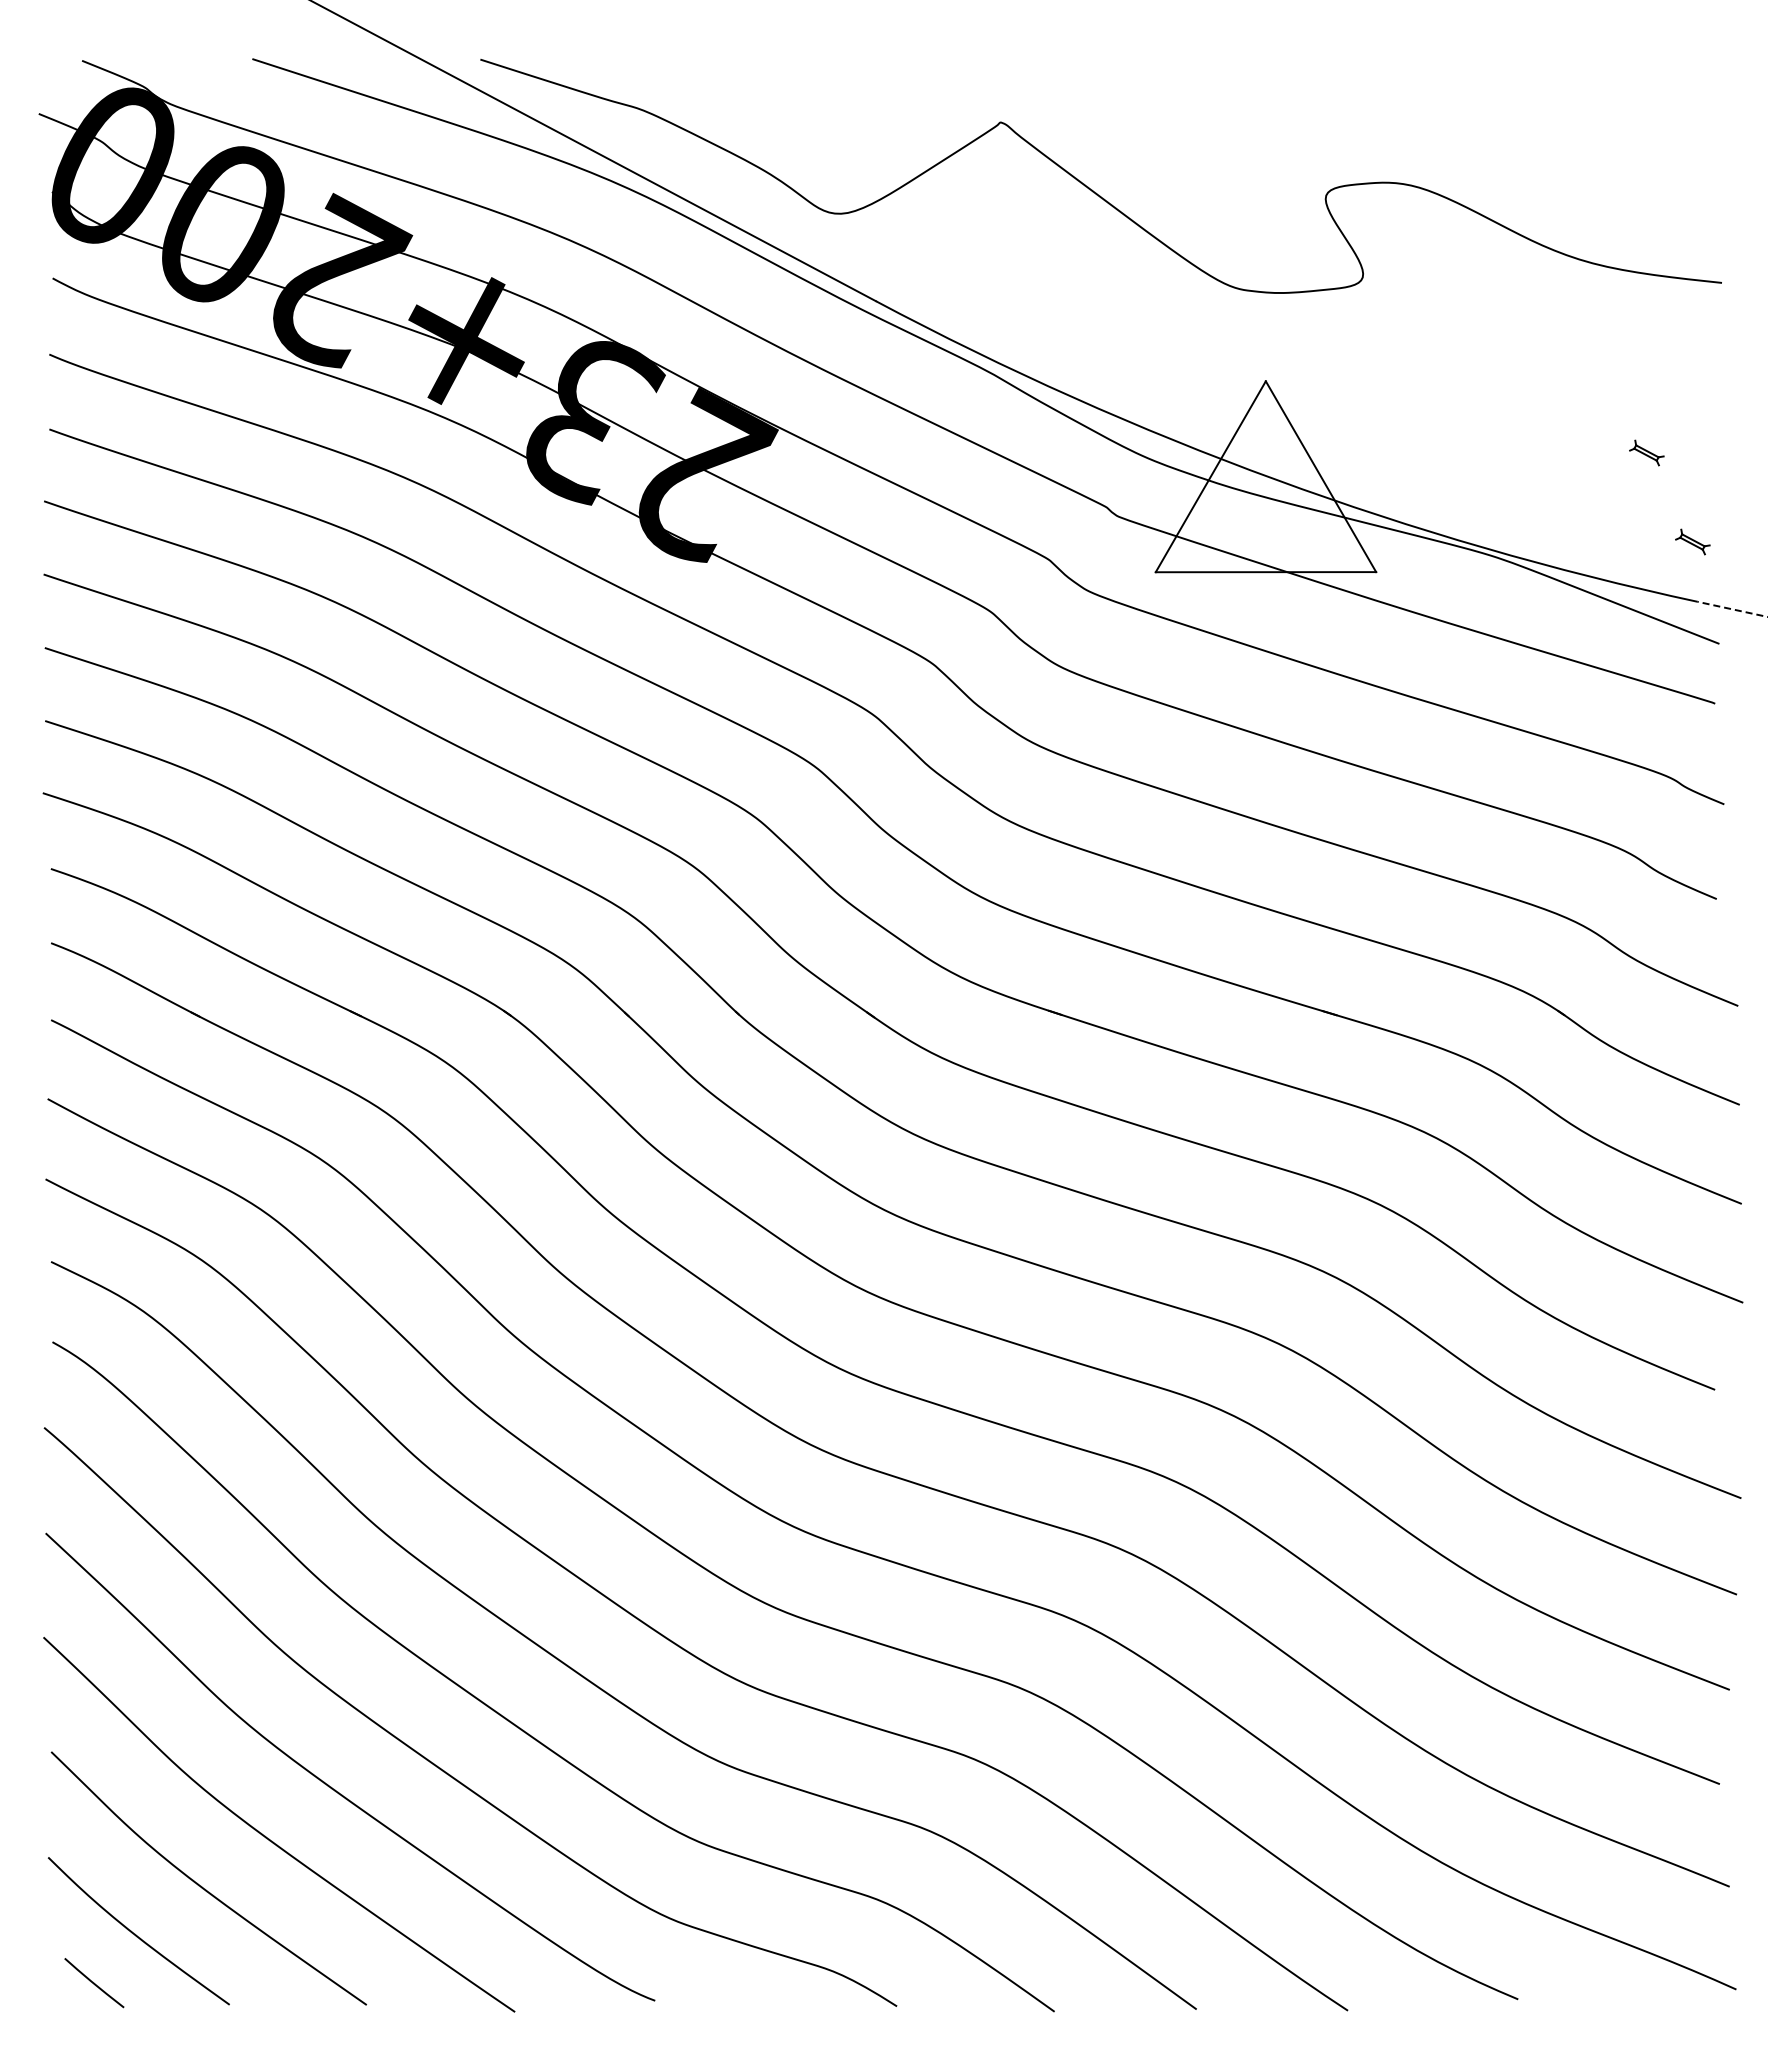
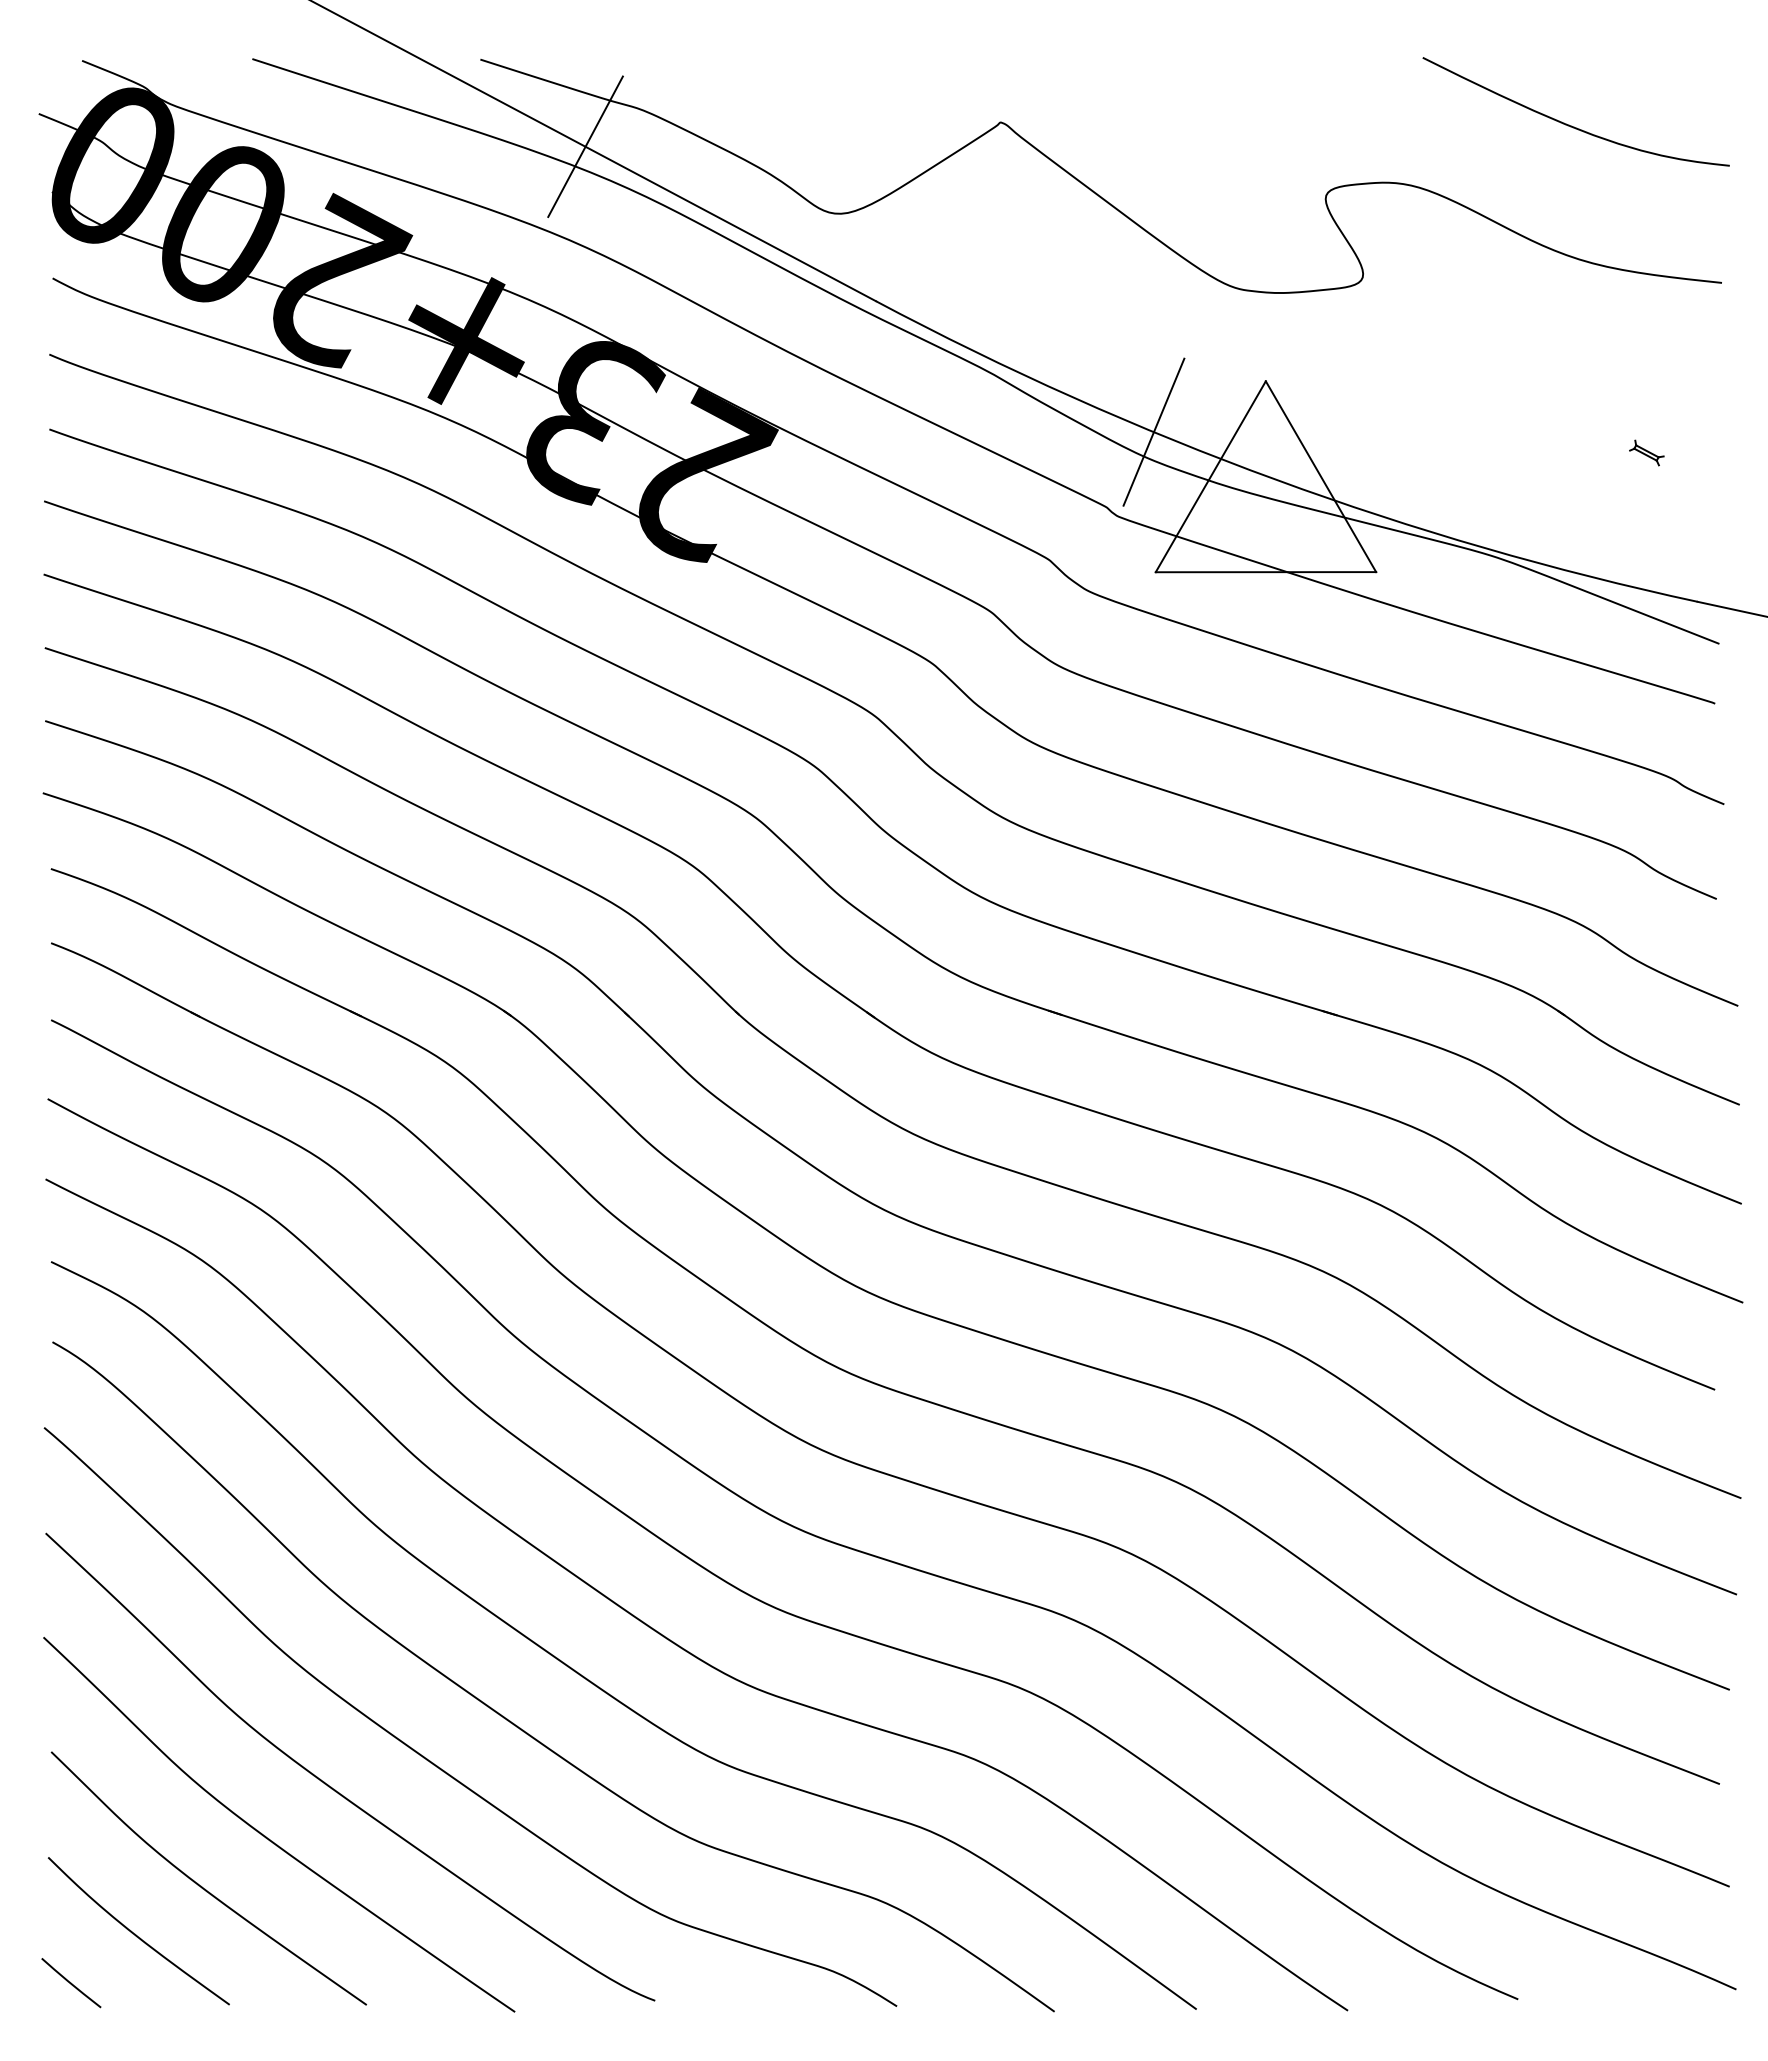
curve at (1569, 124): none -> present
line at (585, 146): none -> present
line at (1153, 431): none -> present
part at (1692, 541): present -> none
line at (1732, 609): dashed -> solid
line at (94, 1983) position: (94, 1983) -> (71, 1983)
